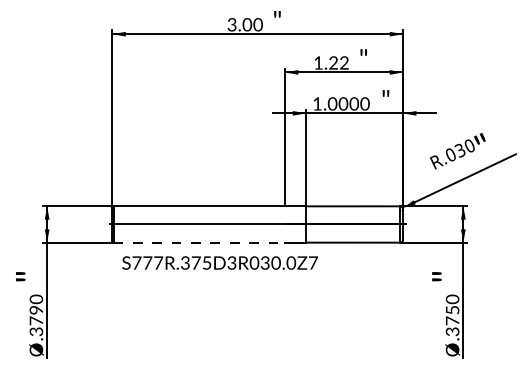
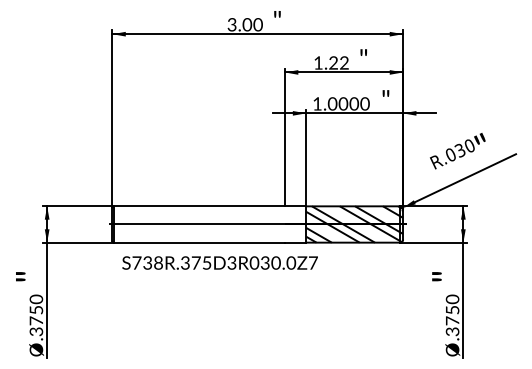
hatch at (354, 224): none -> present
line at (199, 242): dashed -> solid
text at (153, 262): S777R.375D3R030.0Z7 -> S738R.375D3R030.0Z7
text at (36, 310): .3790 -> .3750
